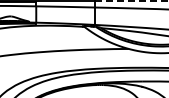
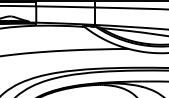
line at (131, 0): dashed -> solid
